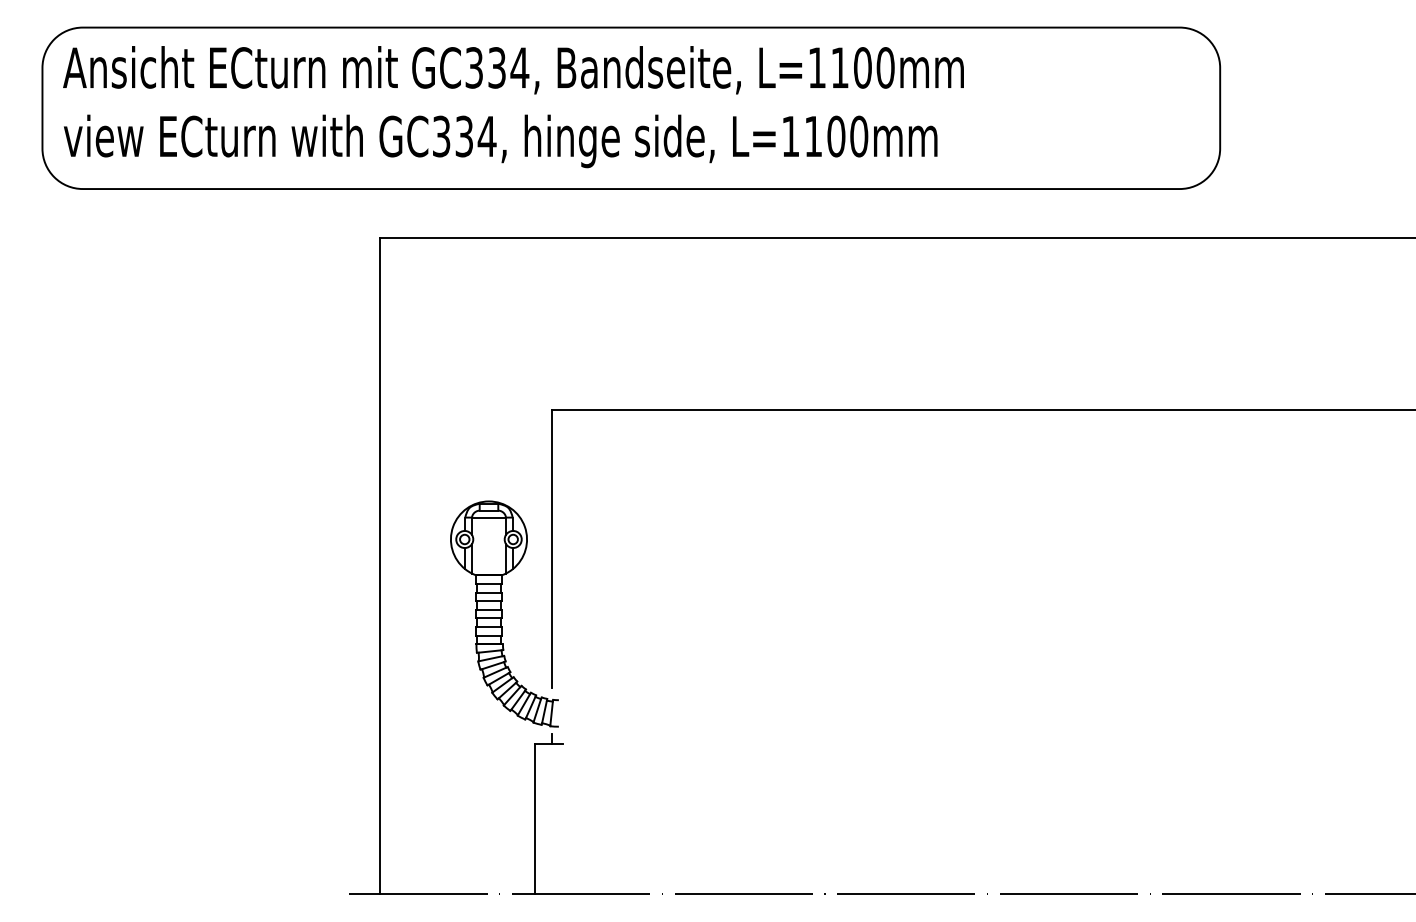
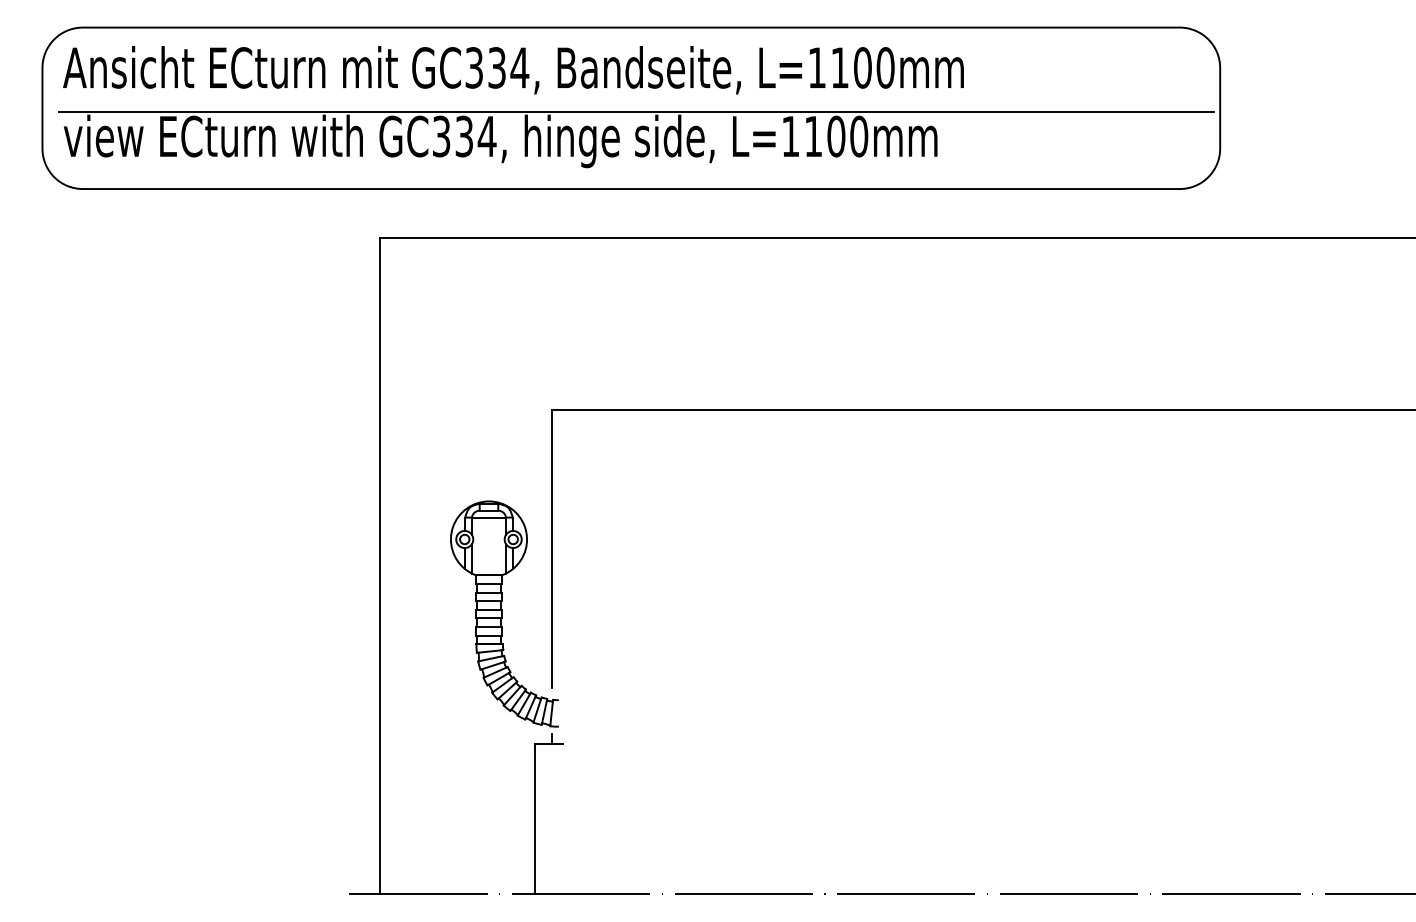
line at (636, 111): none -> present
